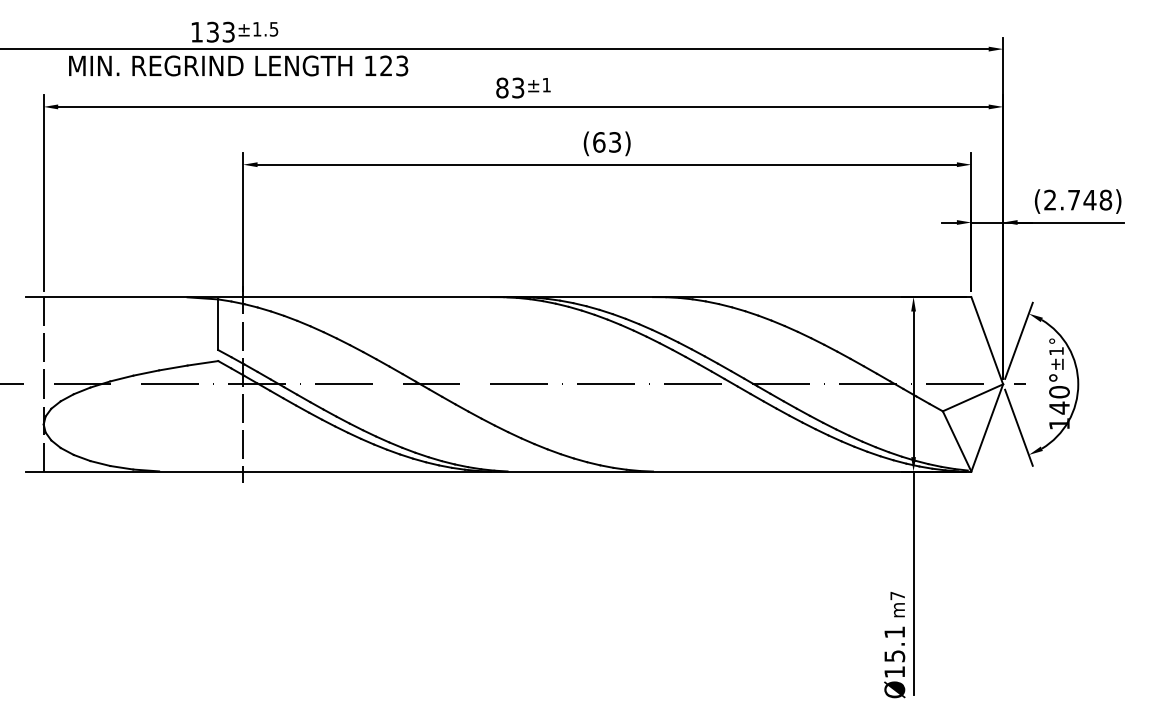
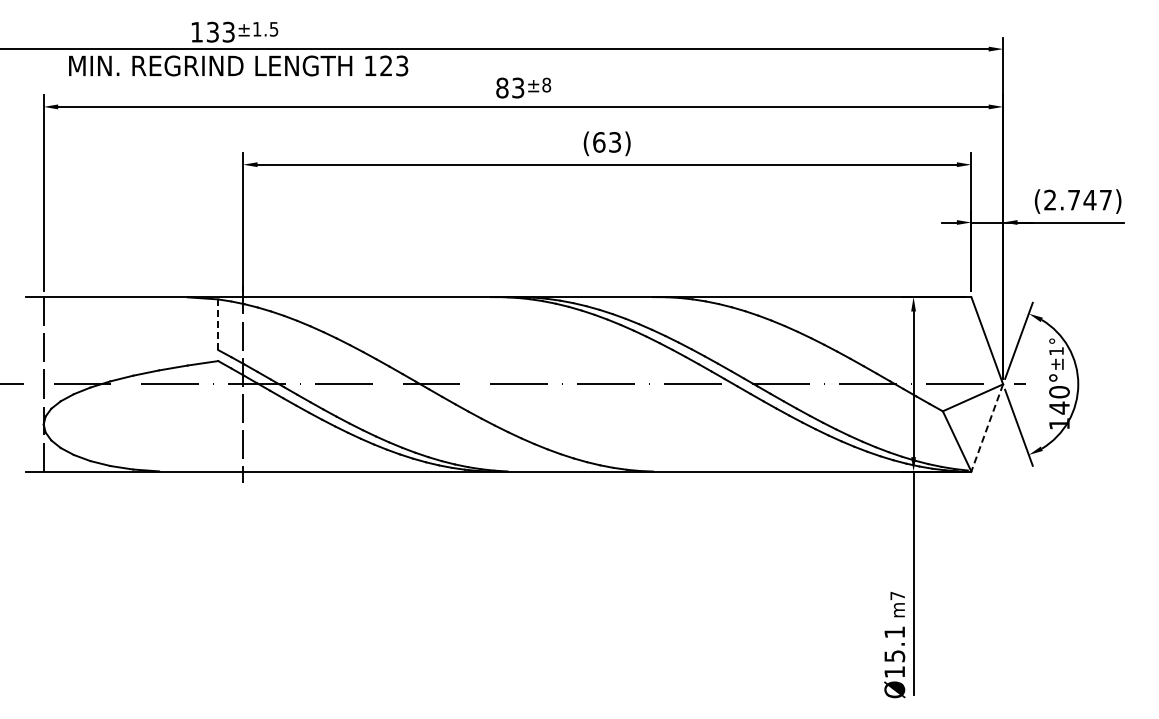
text at (546, 84): ±1 -> ±8
text at (1105, 199): (2.748) -> (2.747)
line at (218, 324): solid -> dashed
line at (987, 428): solid -> dashed
